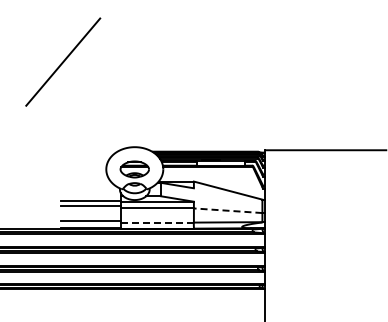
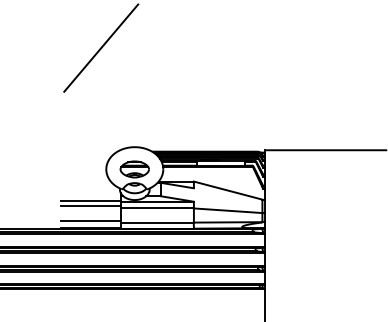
line at (63, 61) position: (63, 61) -> (101, 47)
line at (227, 210): dashed -> solid
line at (157, 222): dashed -> solid
